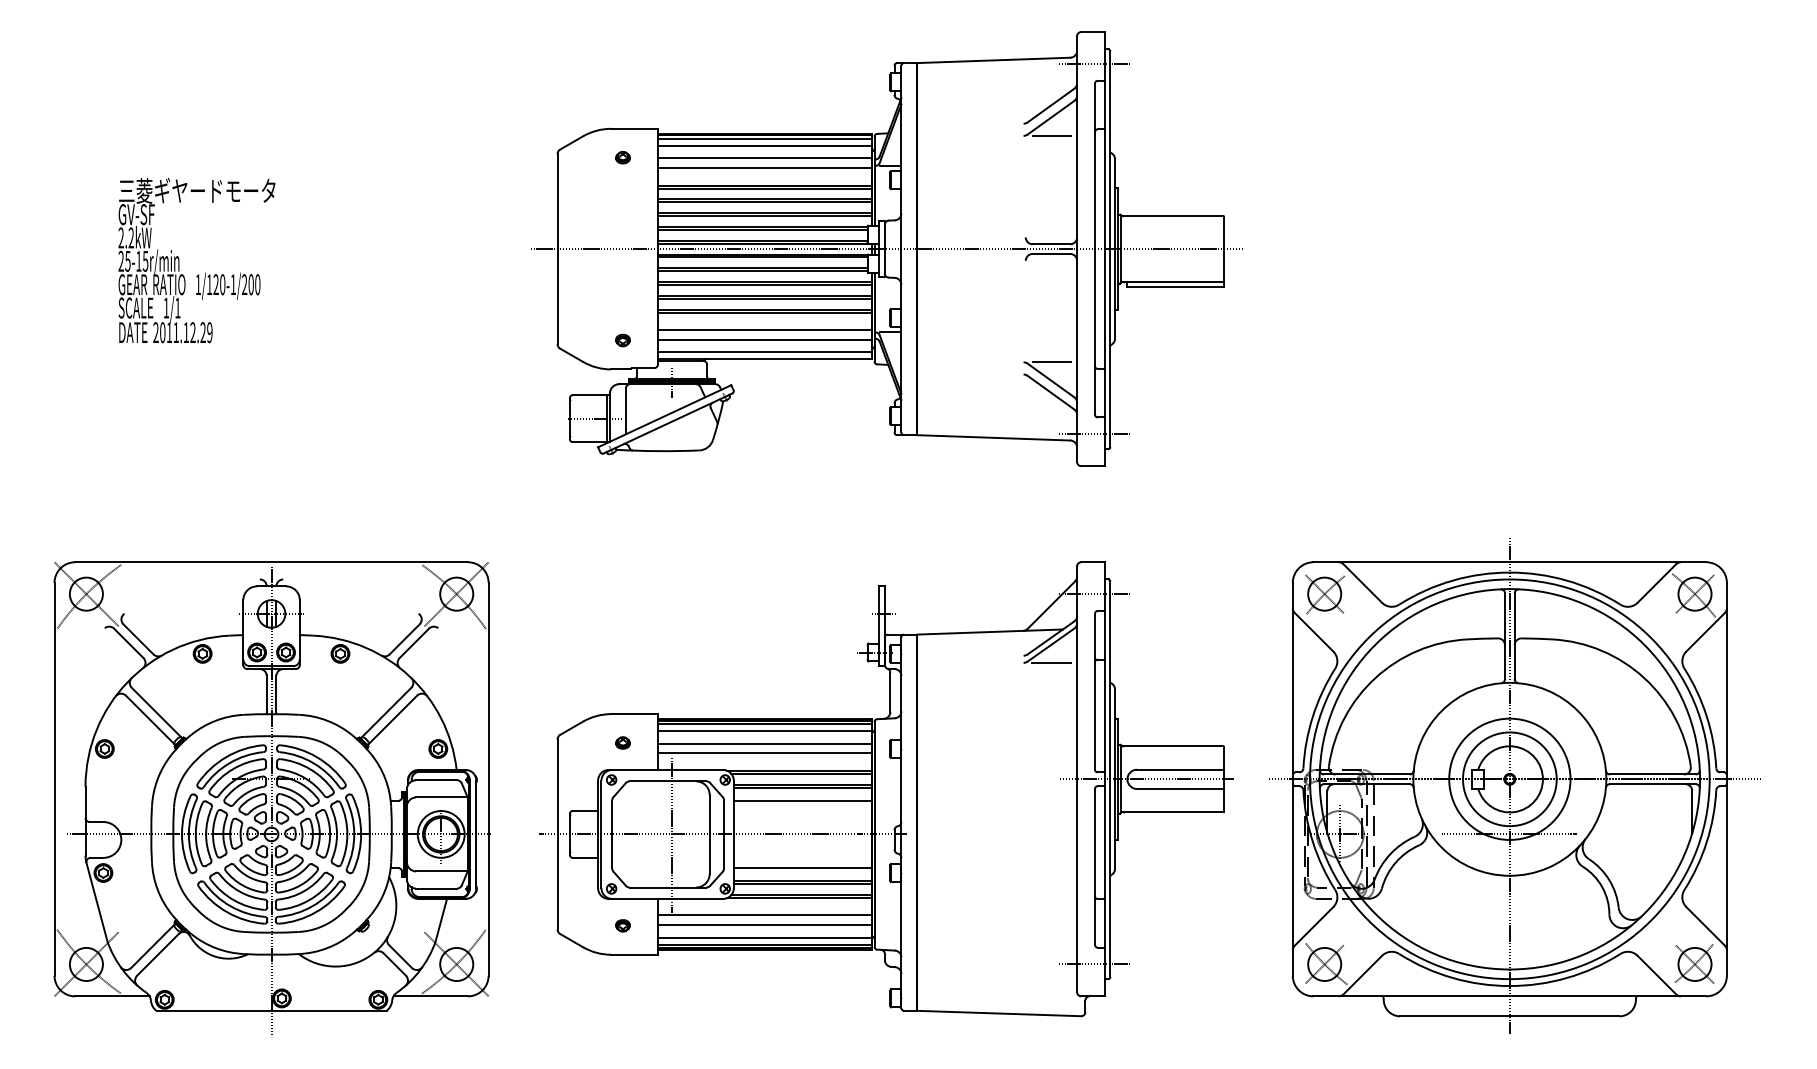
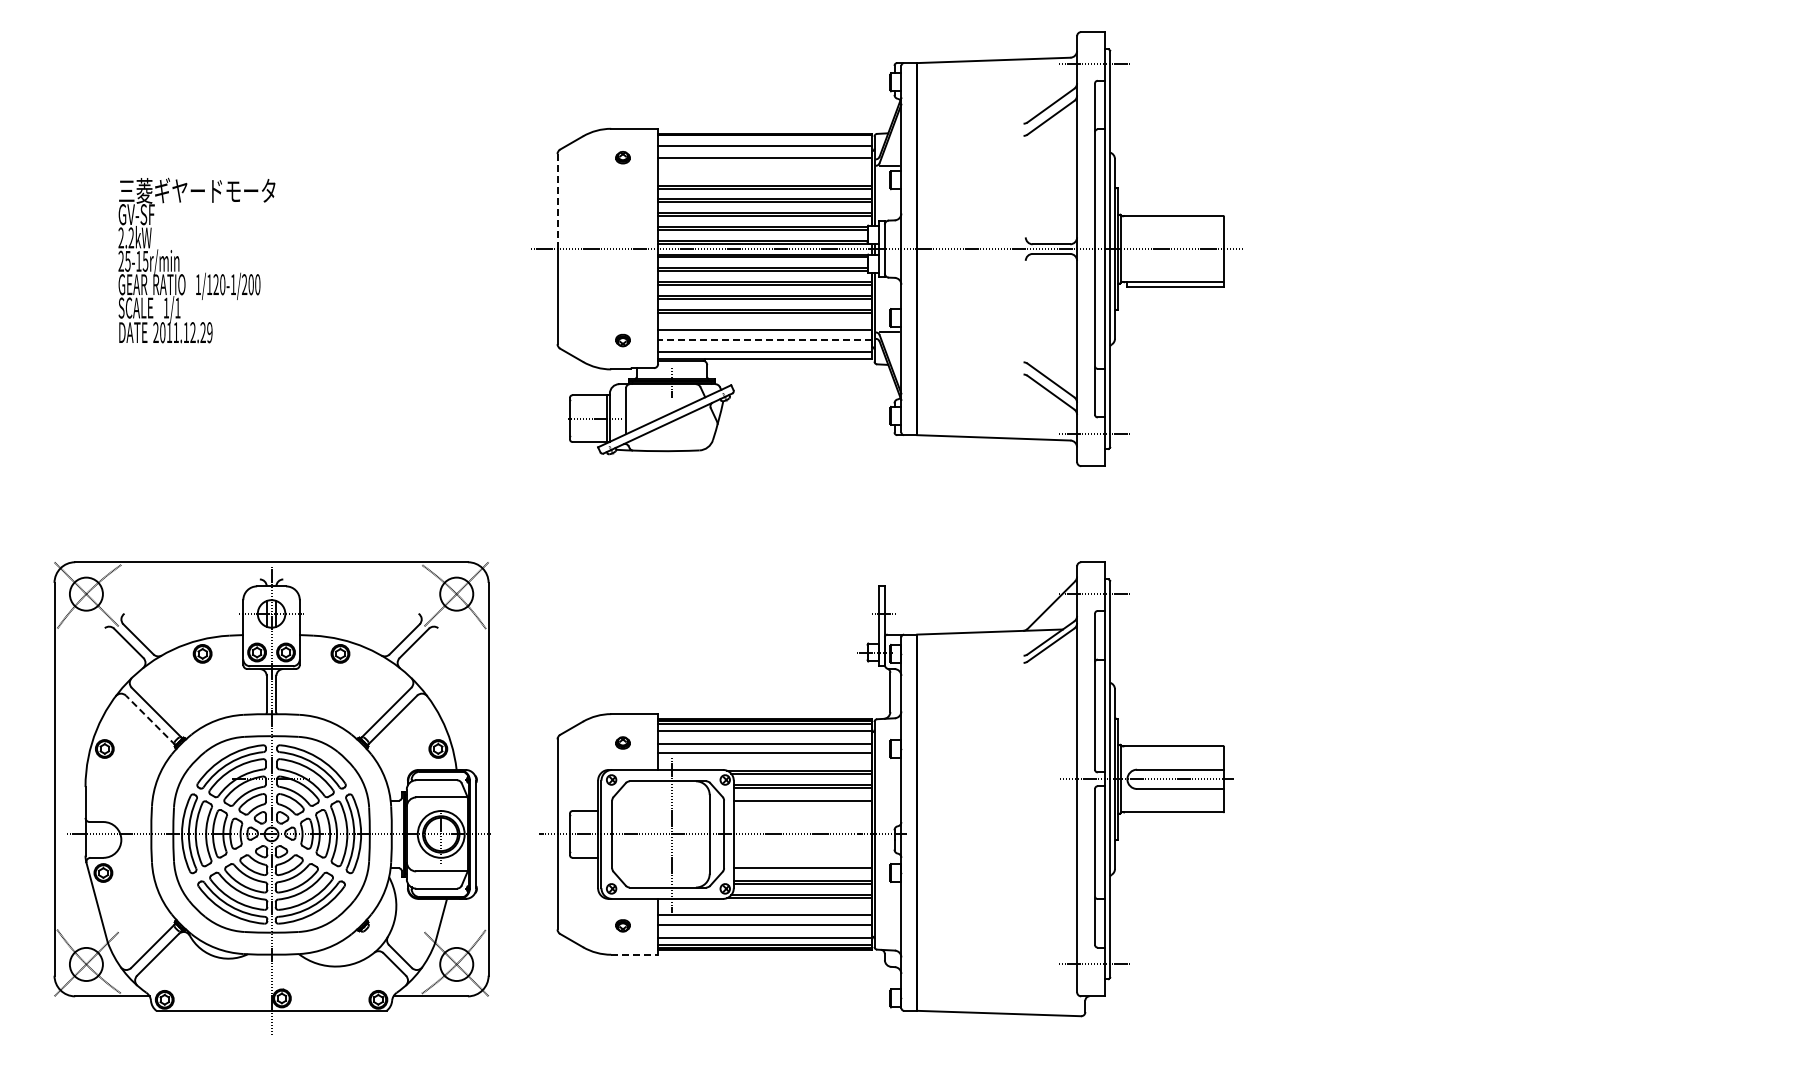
line at (1051, 135): present -> none
line at (764, 138): present -> none
line at (764, 168): present -> none
line at (557, 201): solid -> dashed
line at (764, 339): solid -> dashed
line at (1051, 362): present -> none
line at (1051, 662): present -> none
line at (150, 720): solid -> dashed
part at (1514, 785): present -> none
line at (635, 954): solid -> dashed
